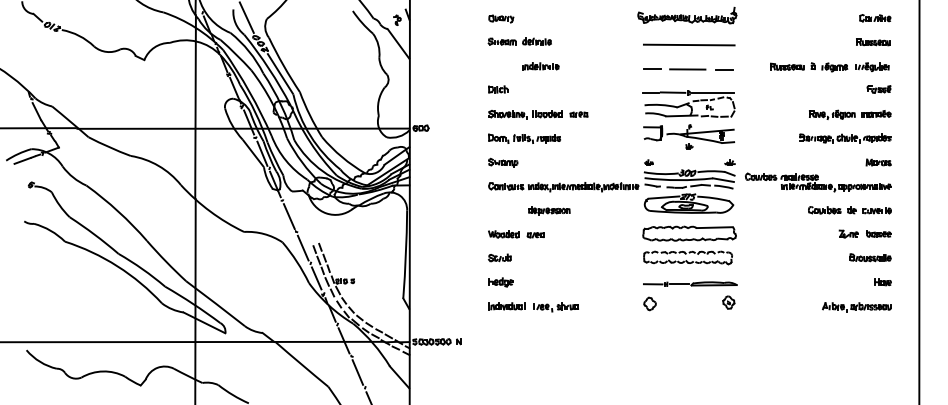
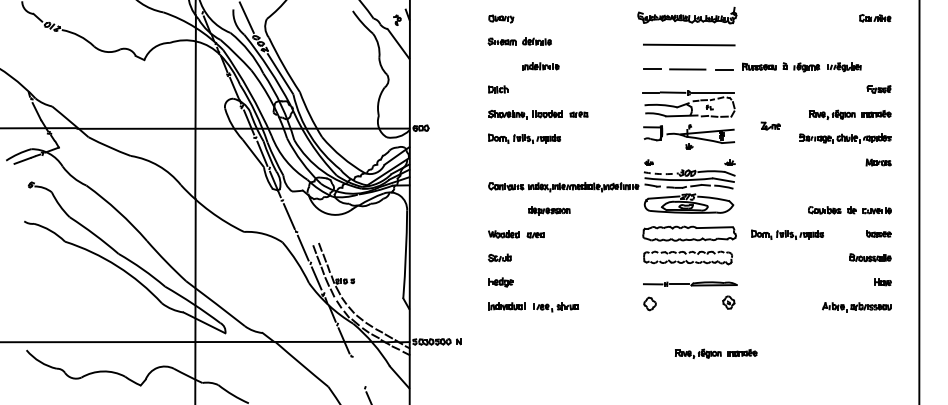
part at (873, 42): present -> none
part at (829, 67) position: (829, 67) -> (801, 67)
part at (503, 162): present -> none
arc at (661, 174): solid -> dashed
part at (818, 182): present -> none
part at (848, 233) position: (848, 233) -> (770, 125)
part at (787, 234): none -> present
part at (716, 353): none -> present
line at (357, 372): present -> none
